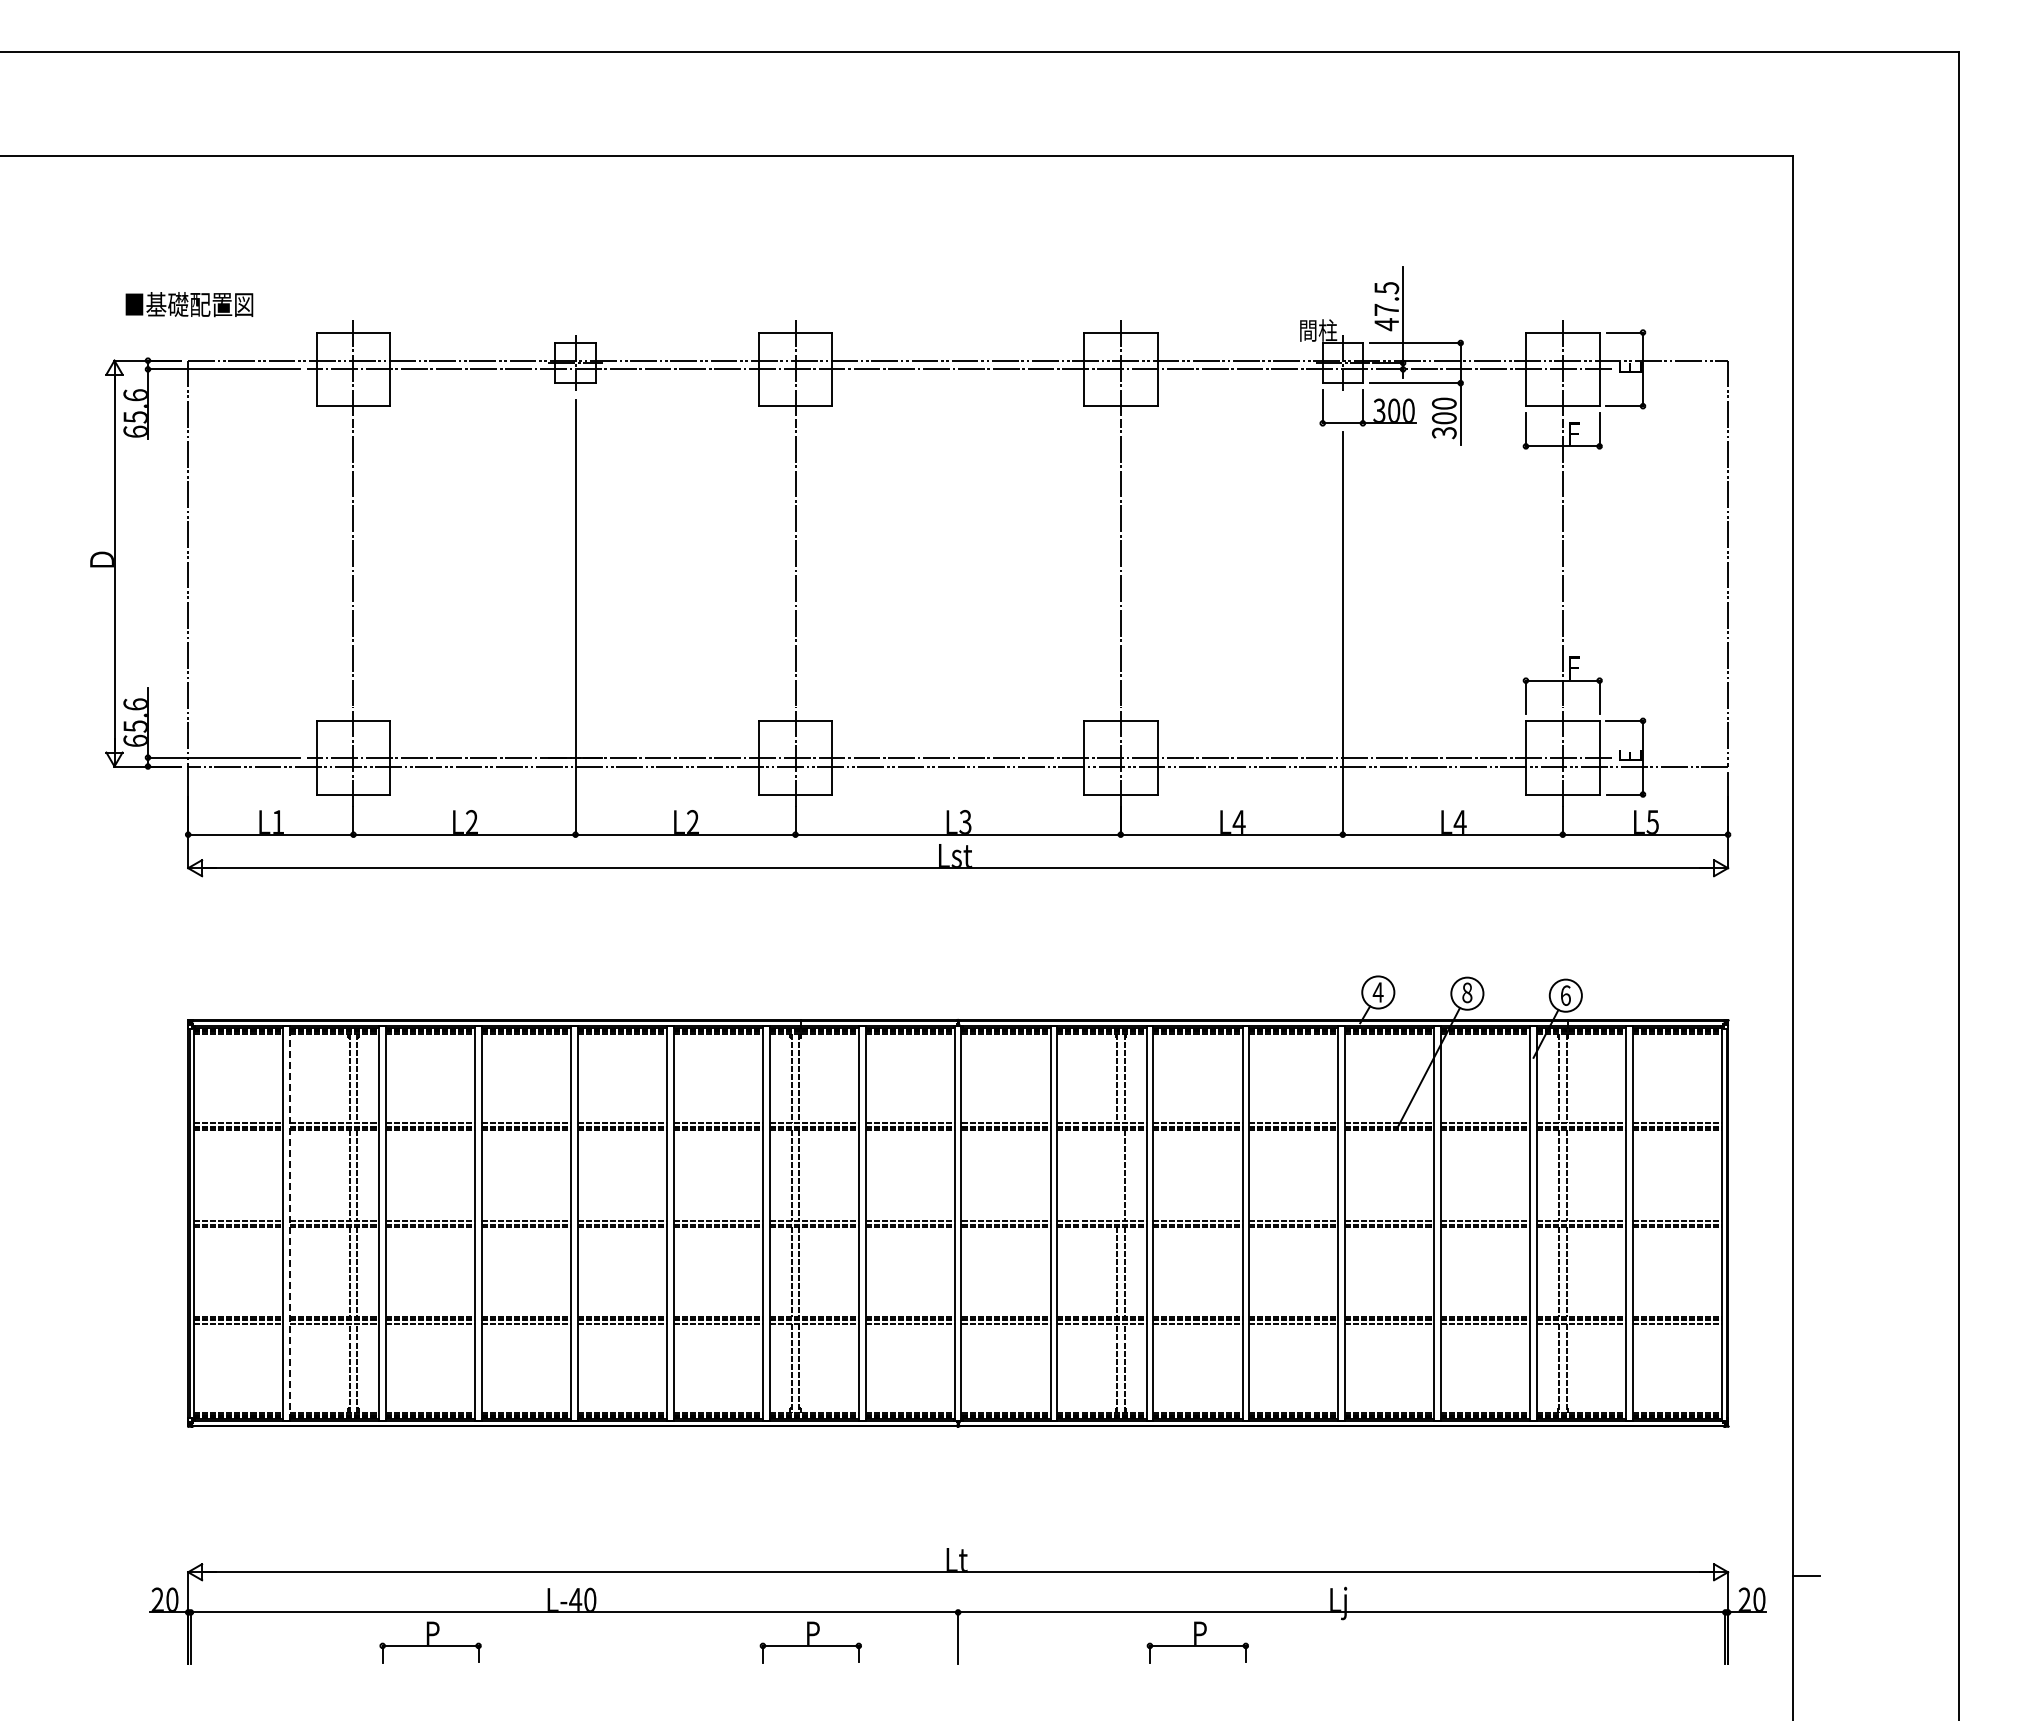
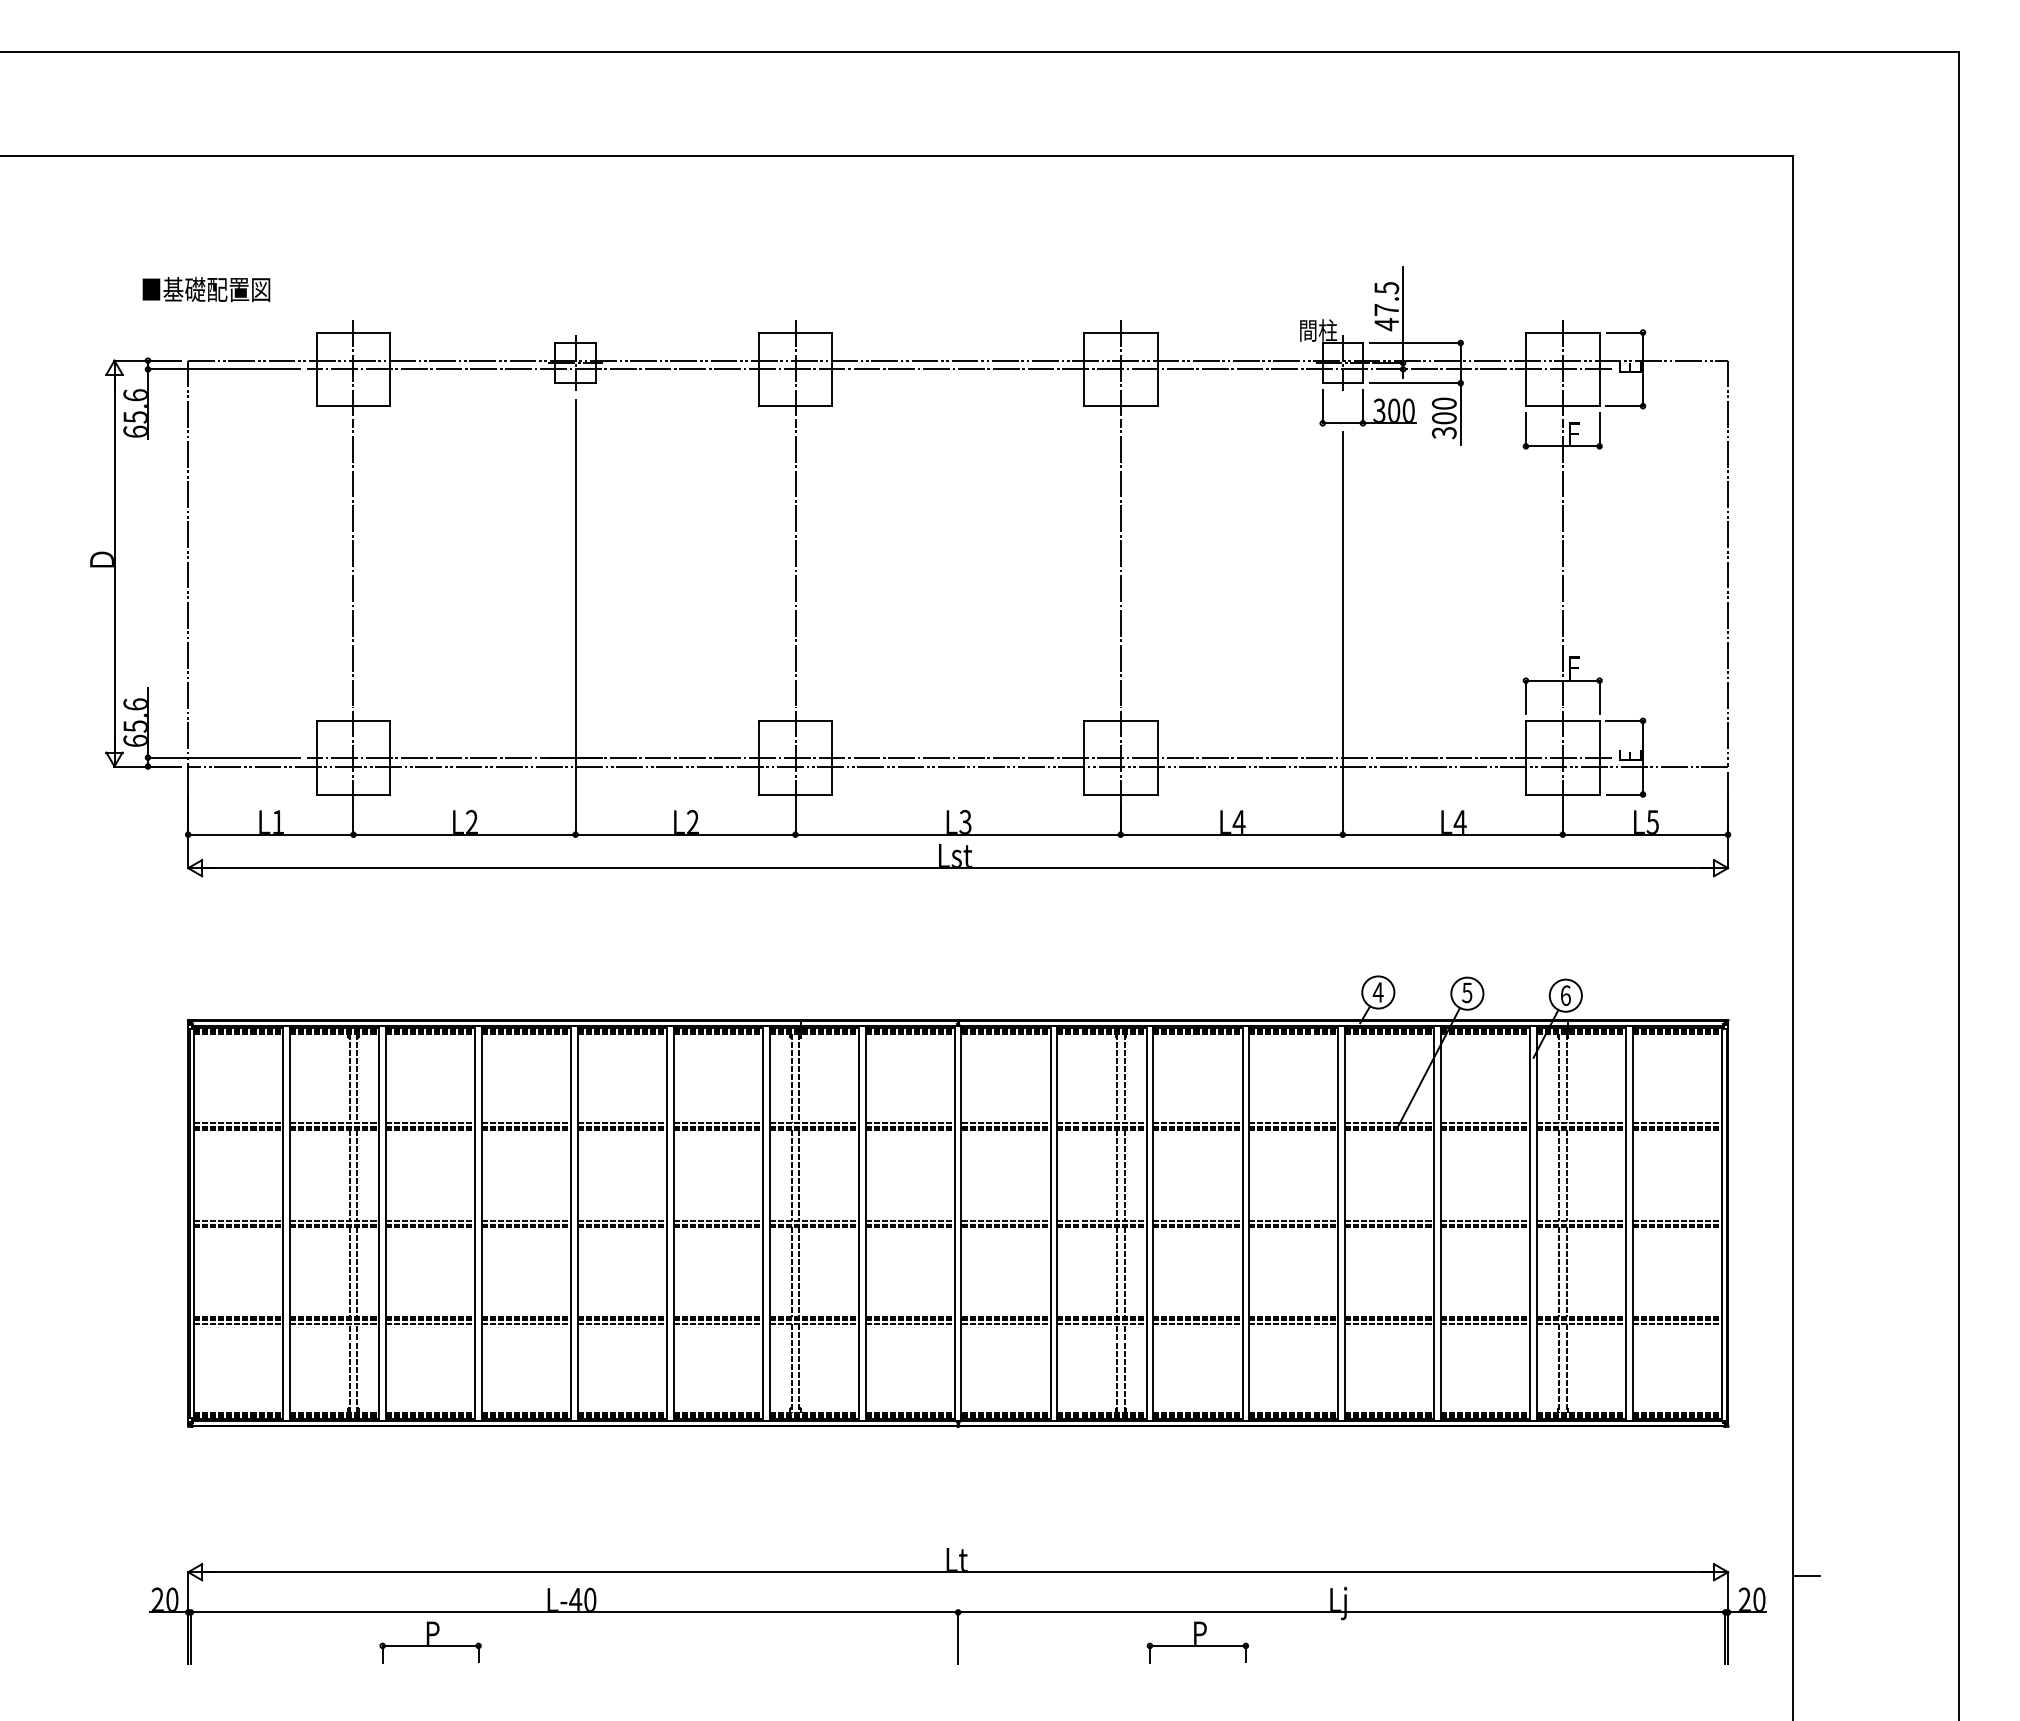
text at (189, 304) position: (189, 304) -> (206, 289)
text at (1467, 992): 8 -> 5
line at (1117, 1175): none -> present
line at (290, 1222): dashed -> solid
part at (810, 1642): present -> none
